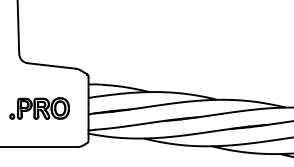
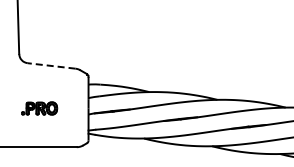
line at (51, 65): solid -> dashed
part at (39, 108) size: 61x23 px -> 38x15 px
